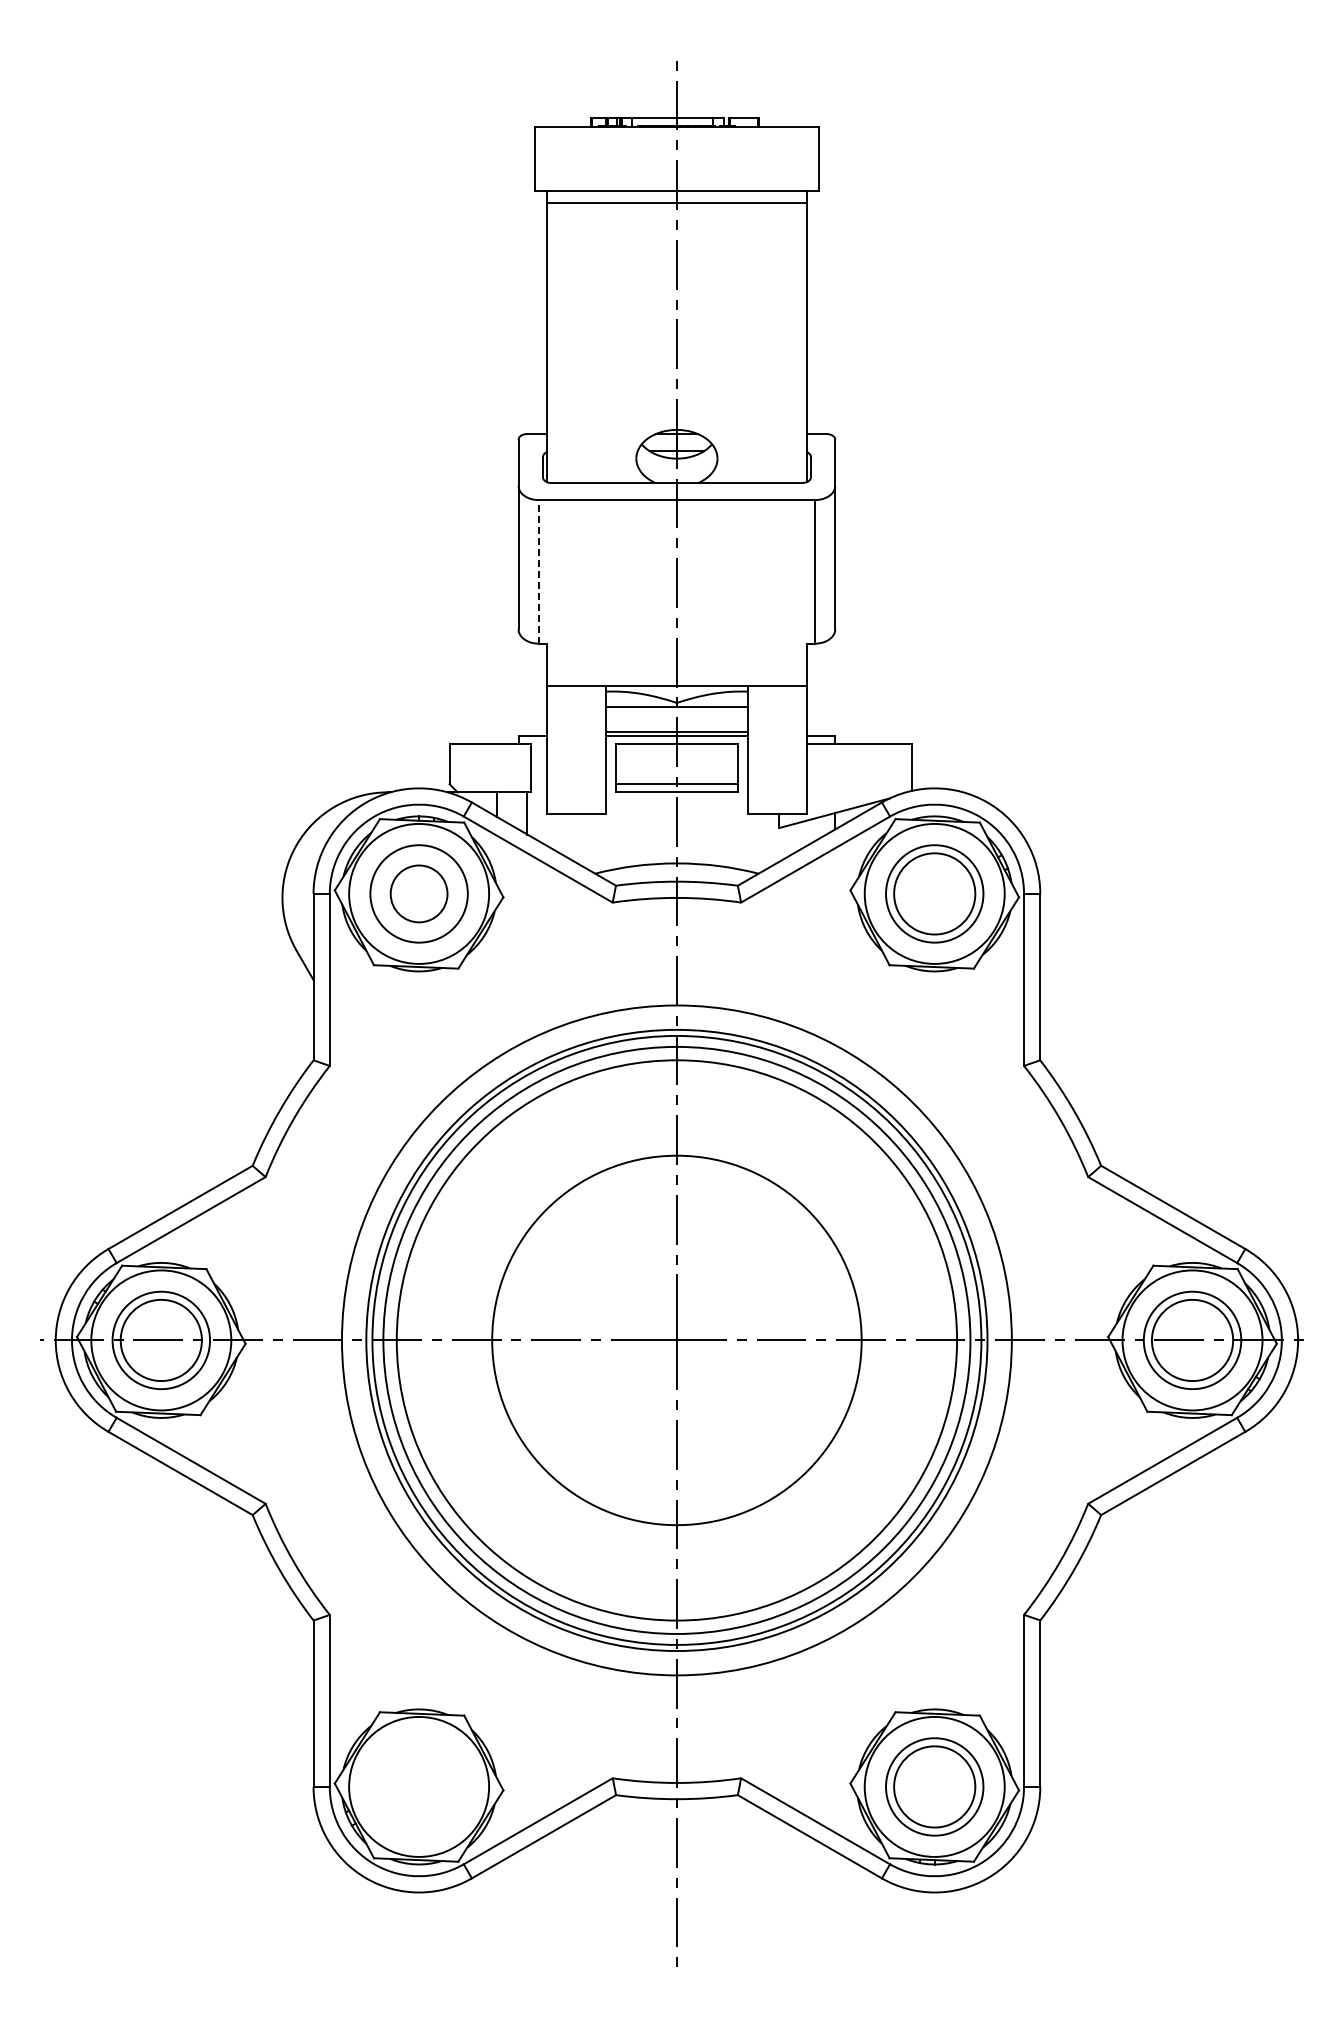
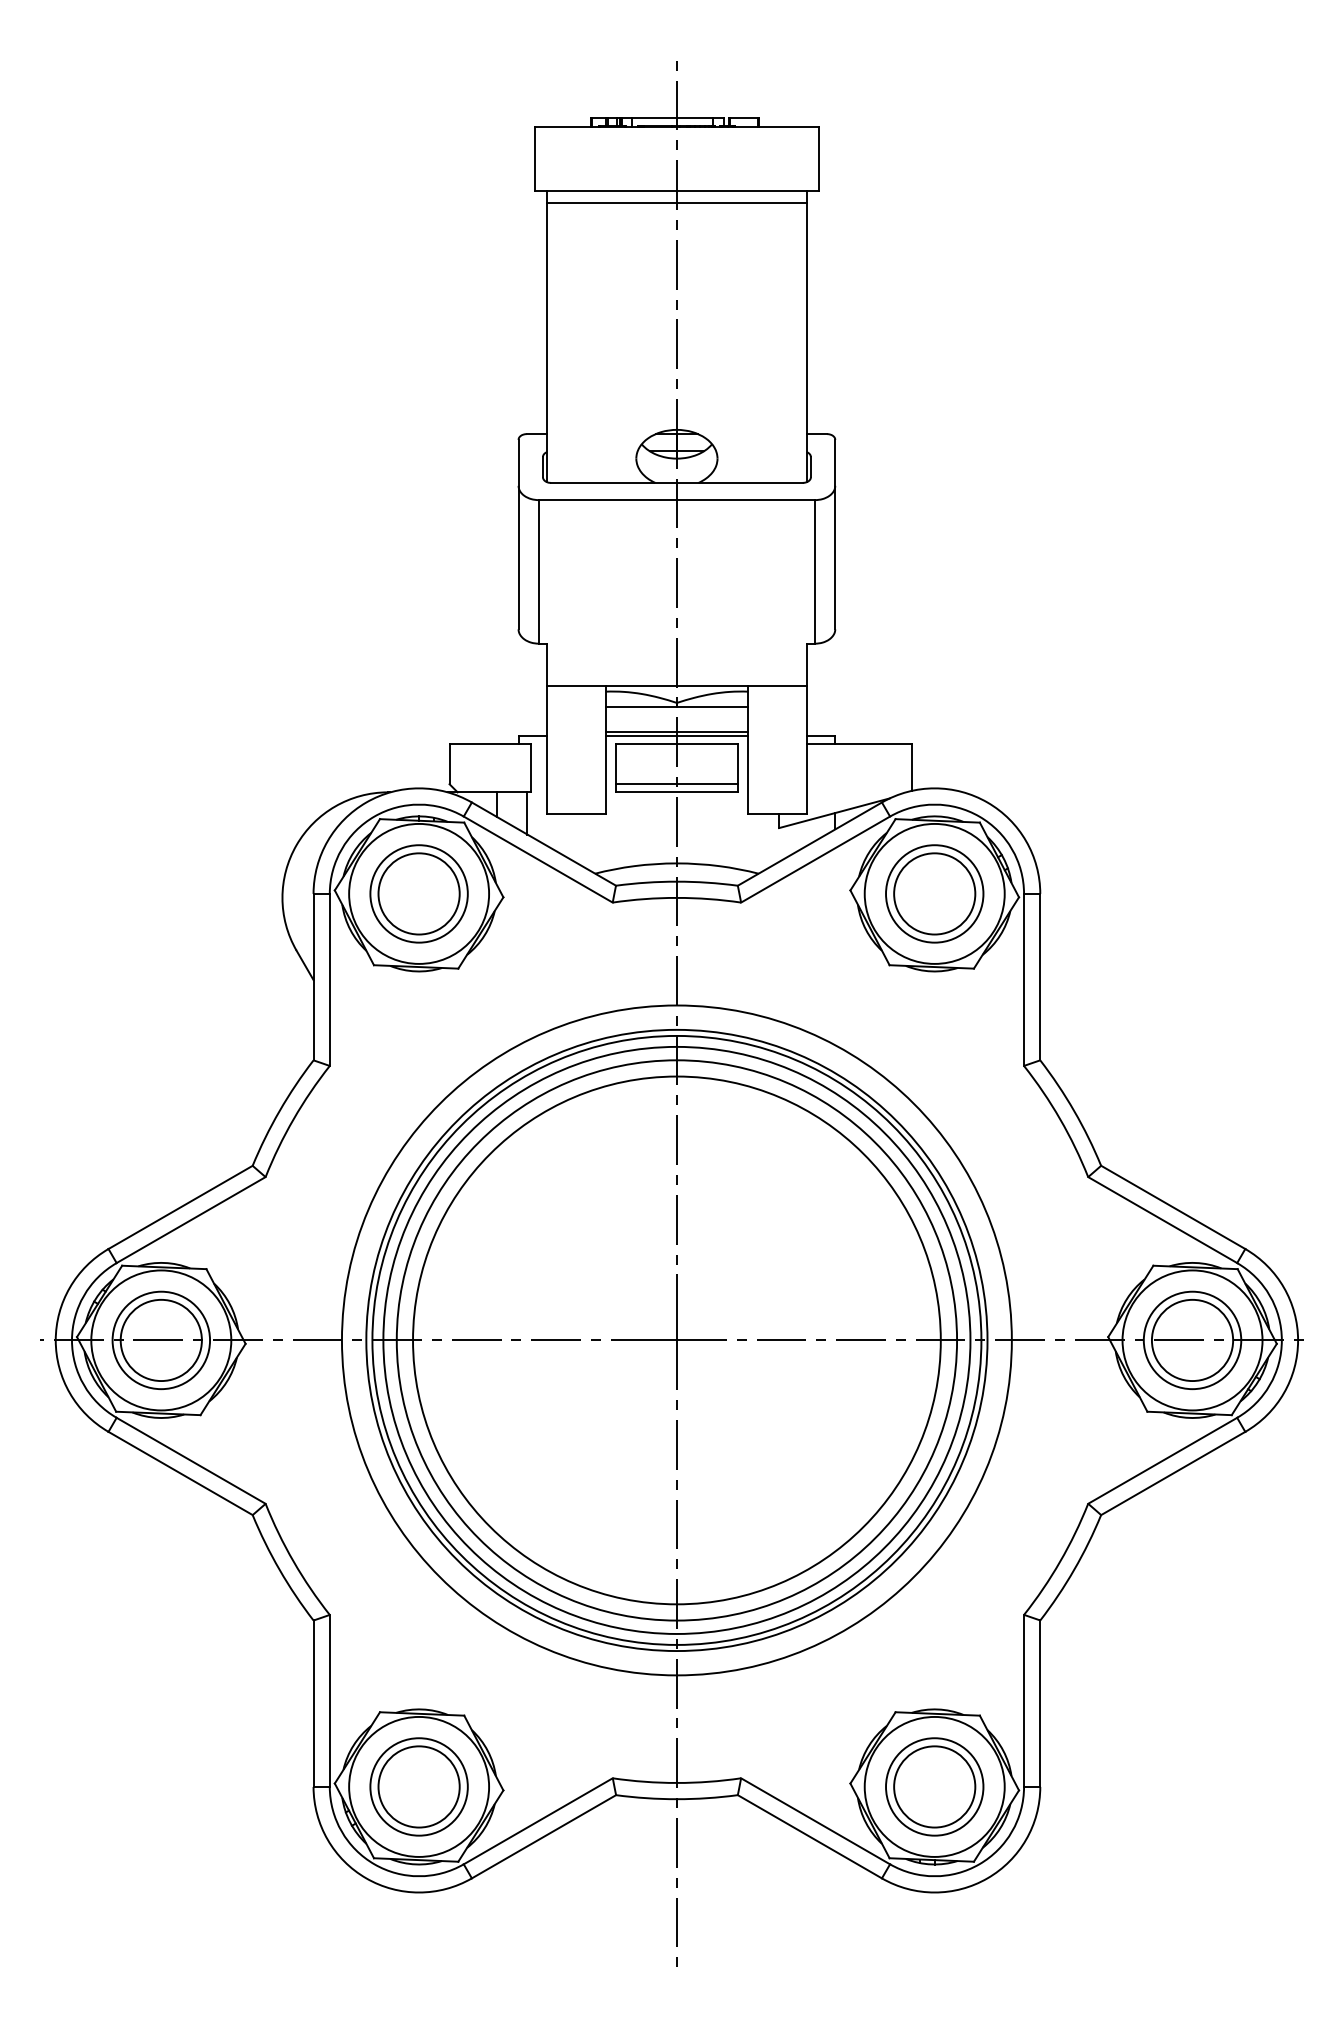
line at (538, 571): dashed -> solid
circle at (418, 893) diameter: 57 px -> 81 px
circle at (676, 1340) diameter: 369 px -> 528 px
part at (418, 1786): none -> present
